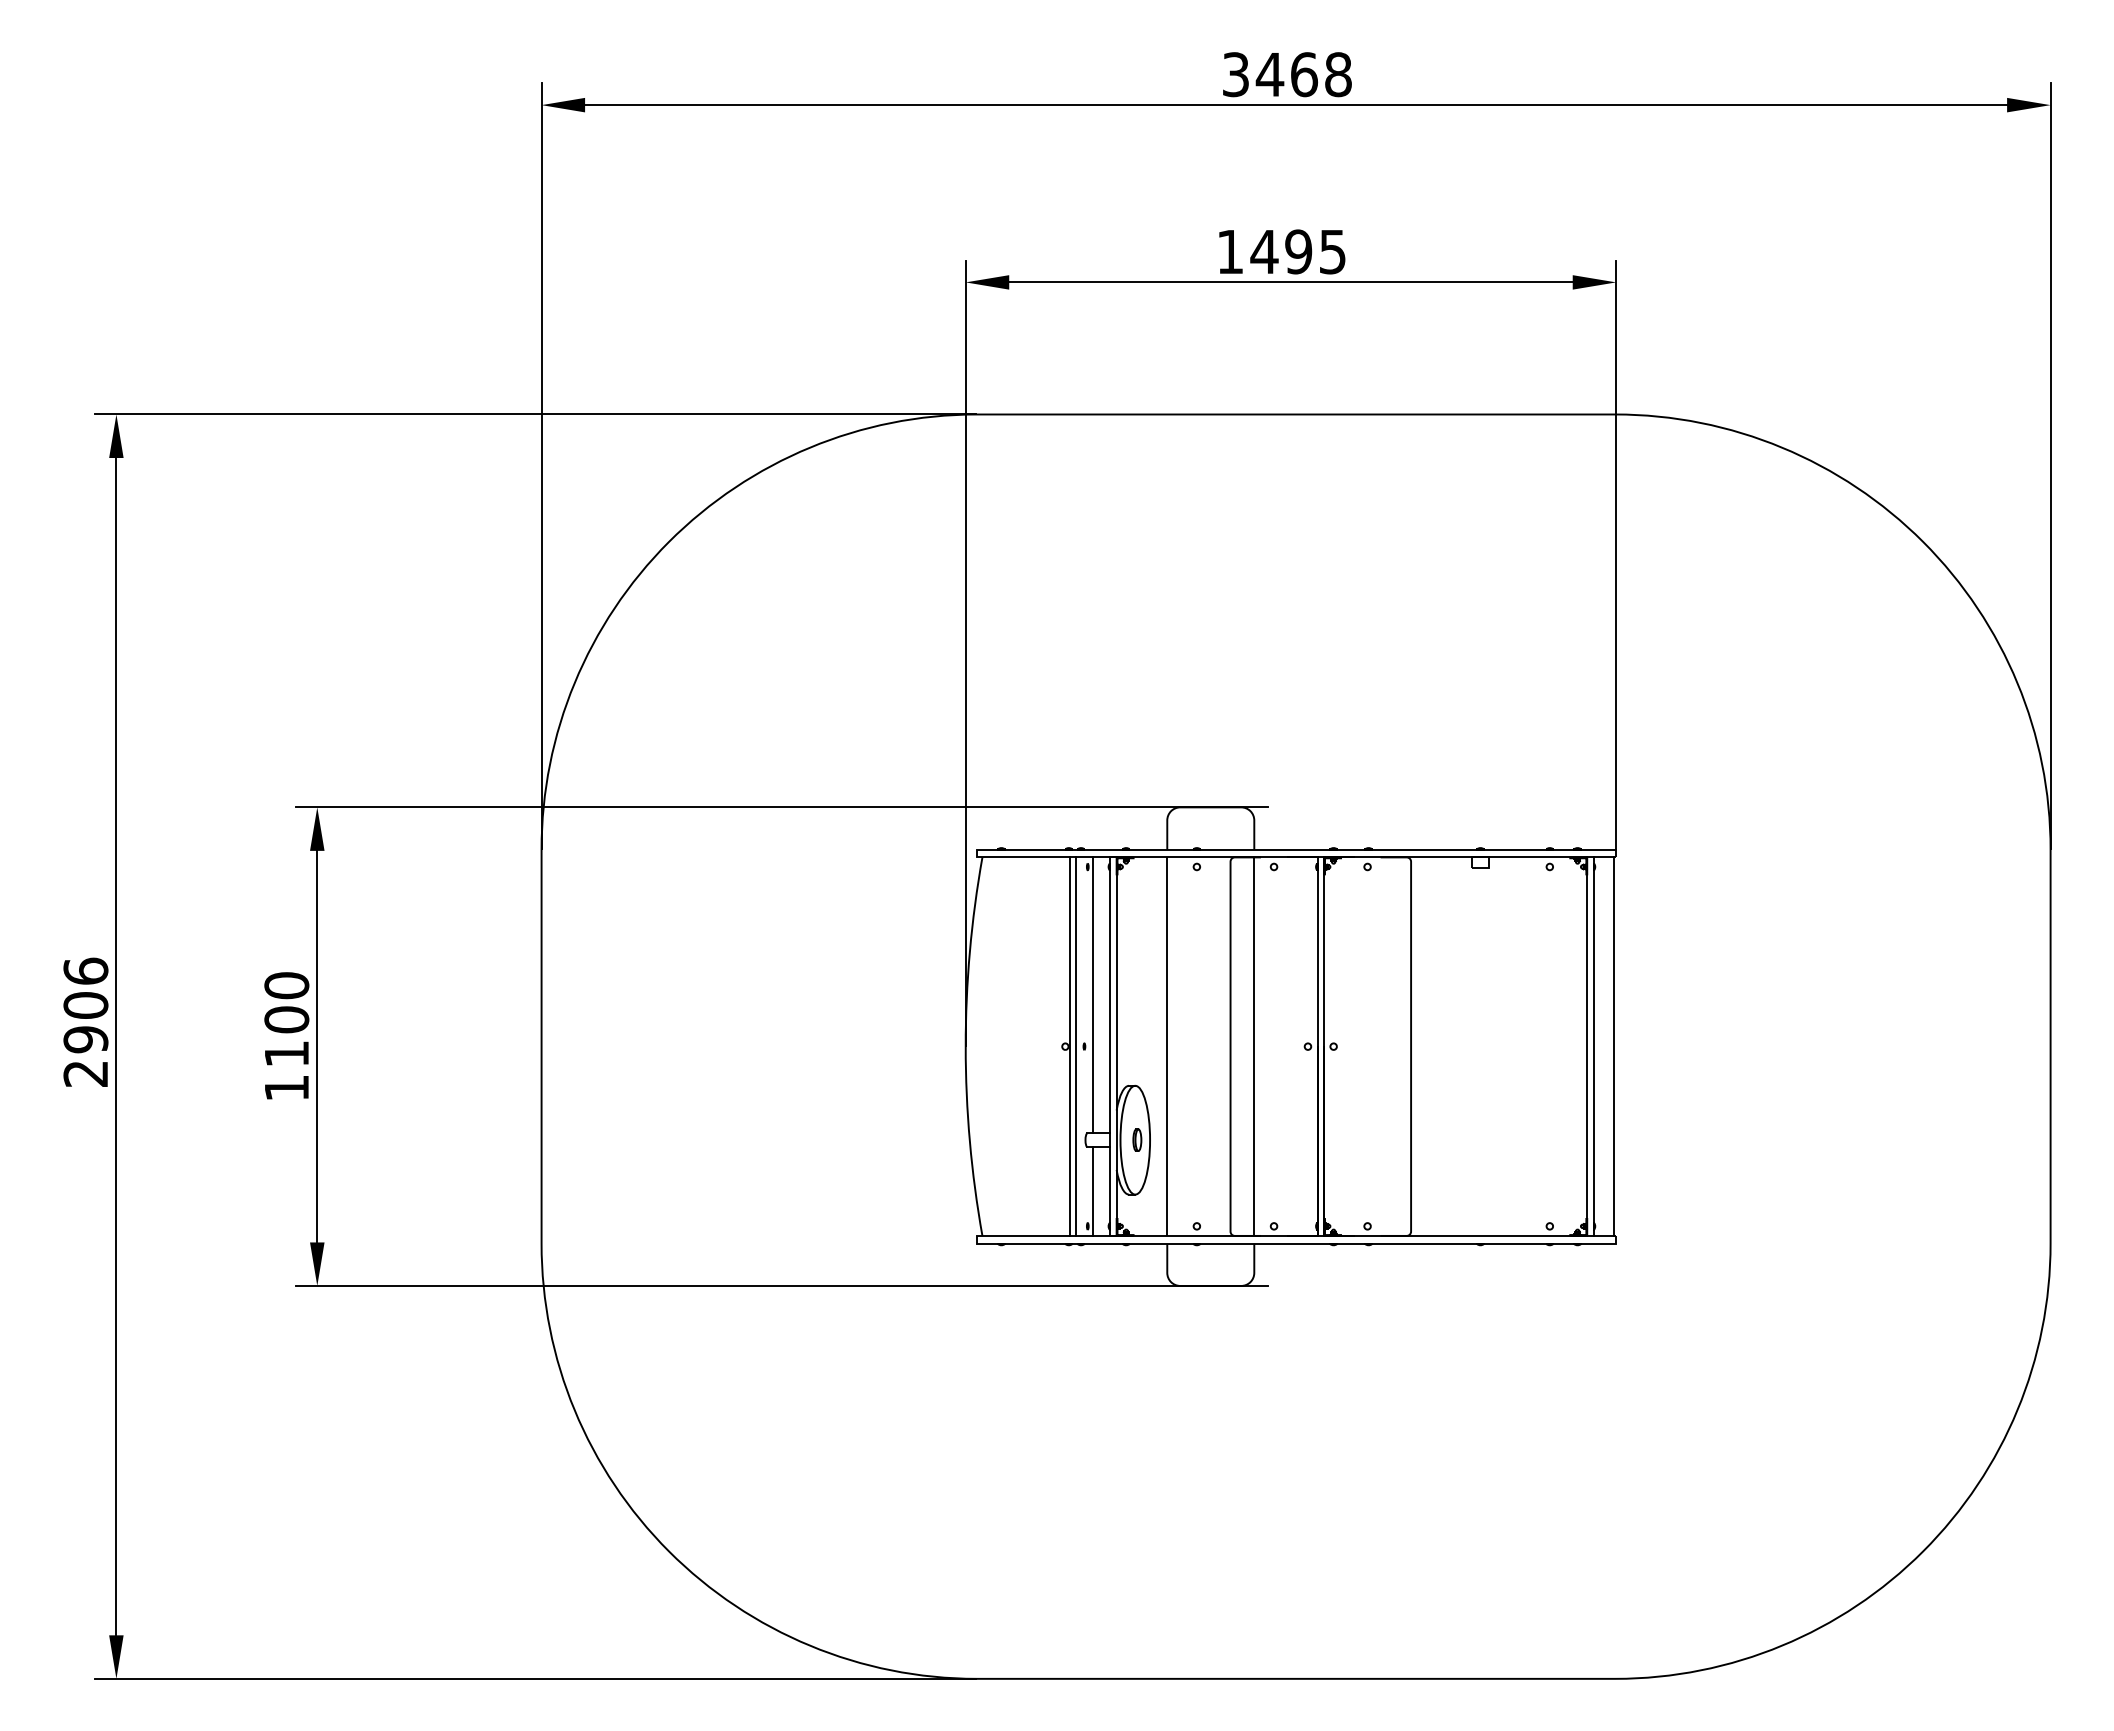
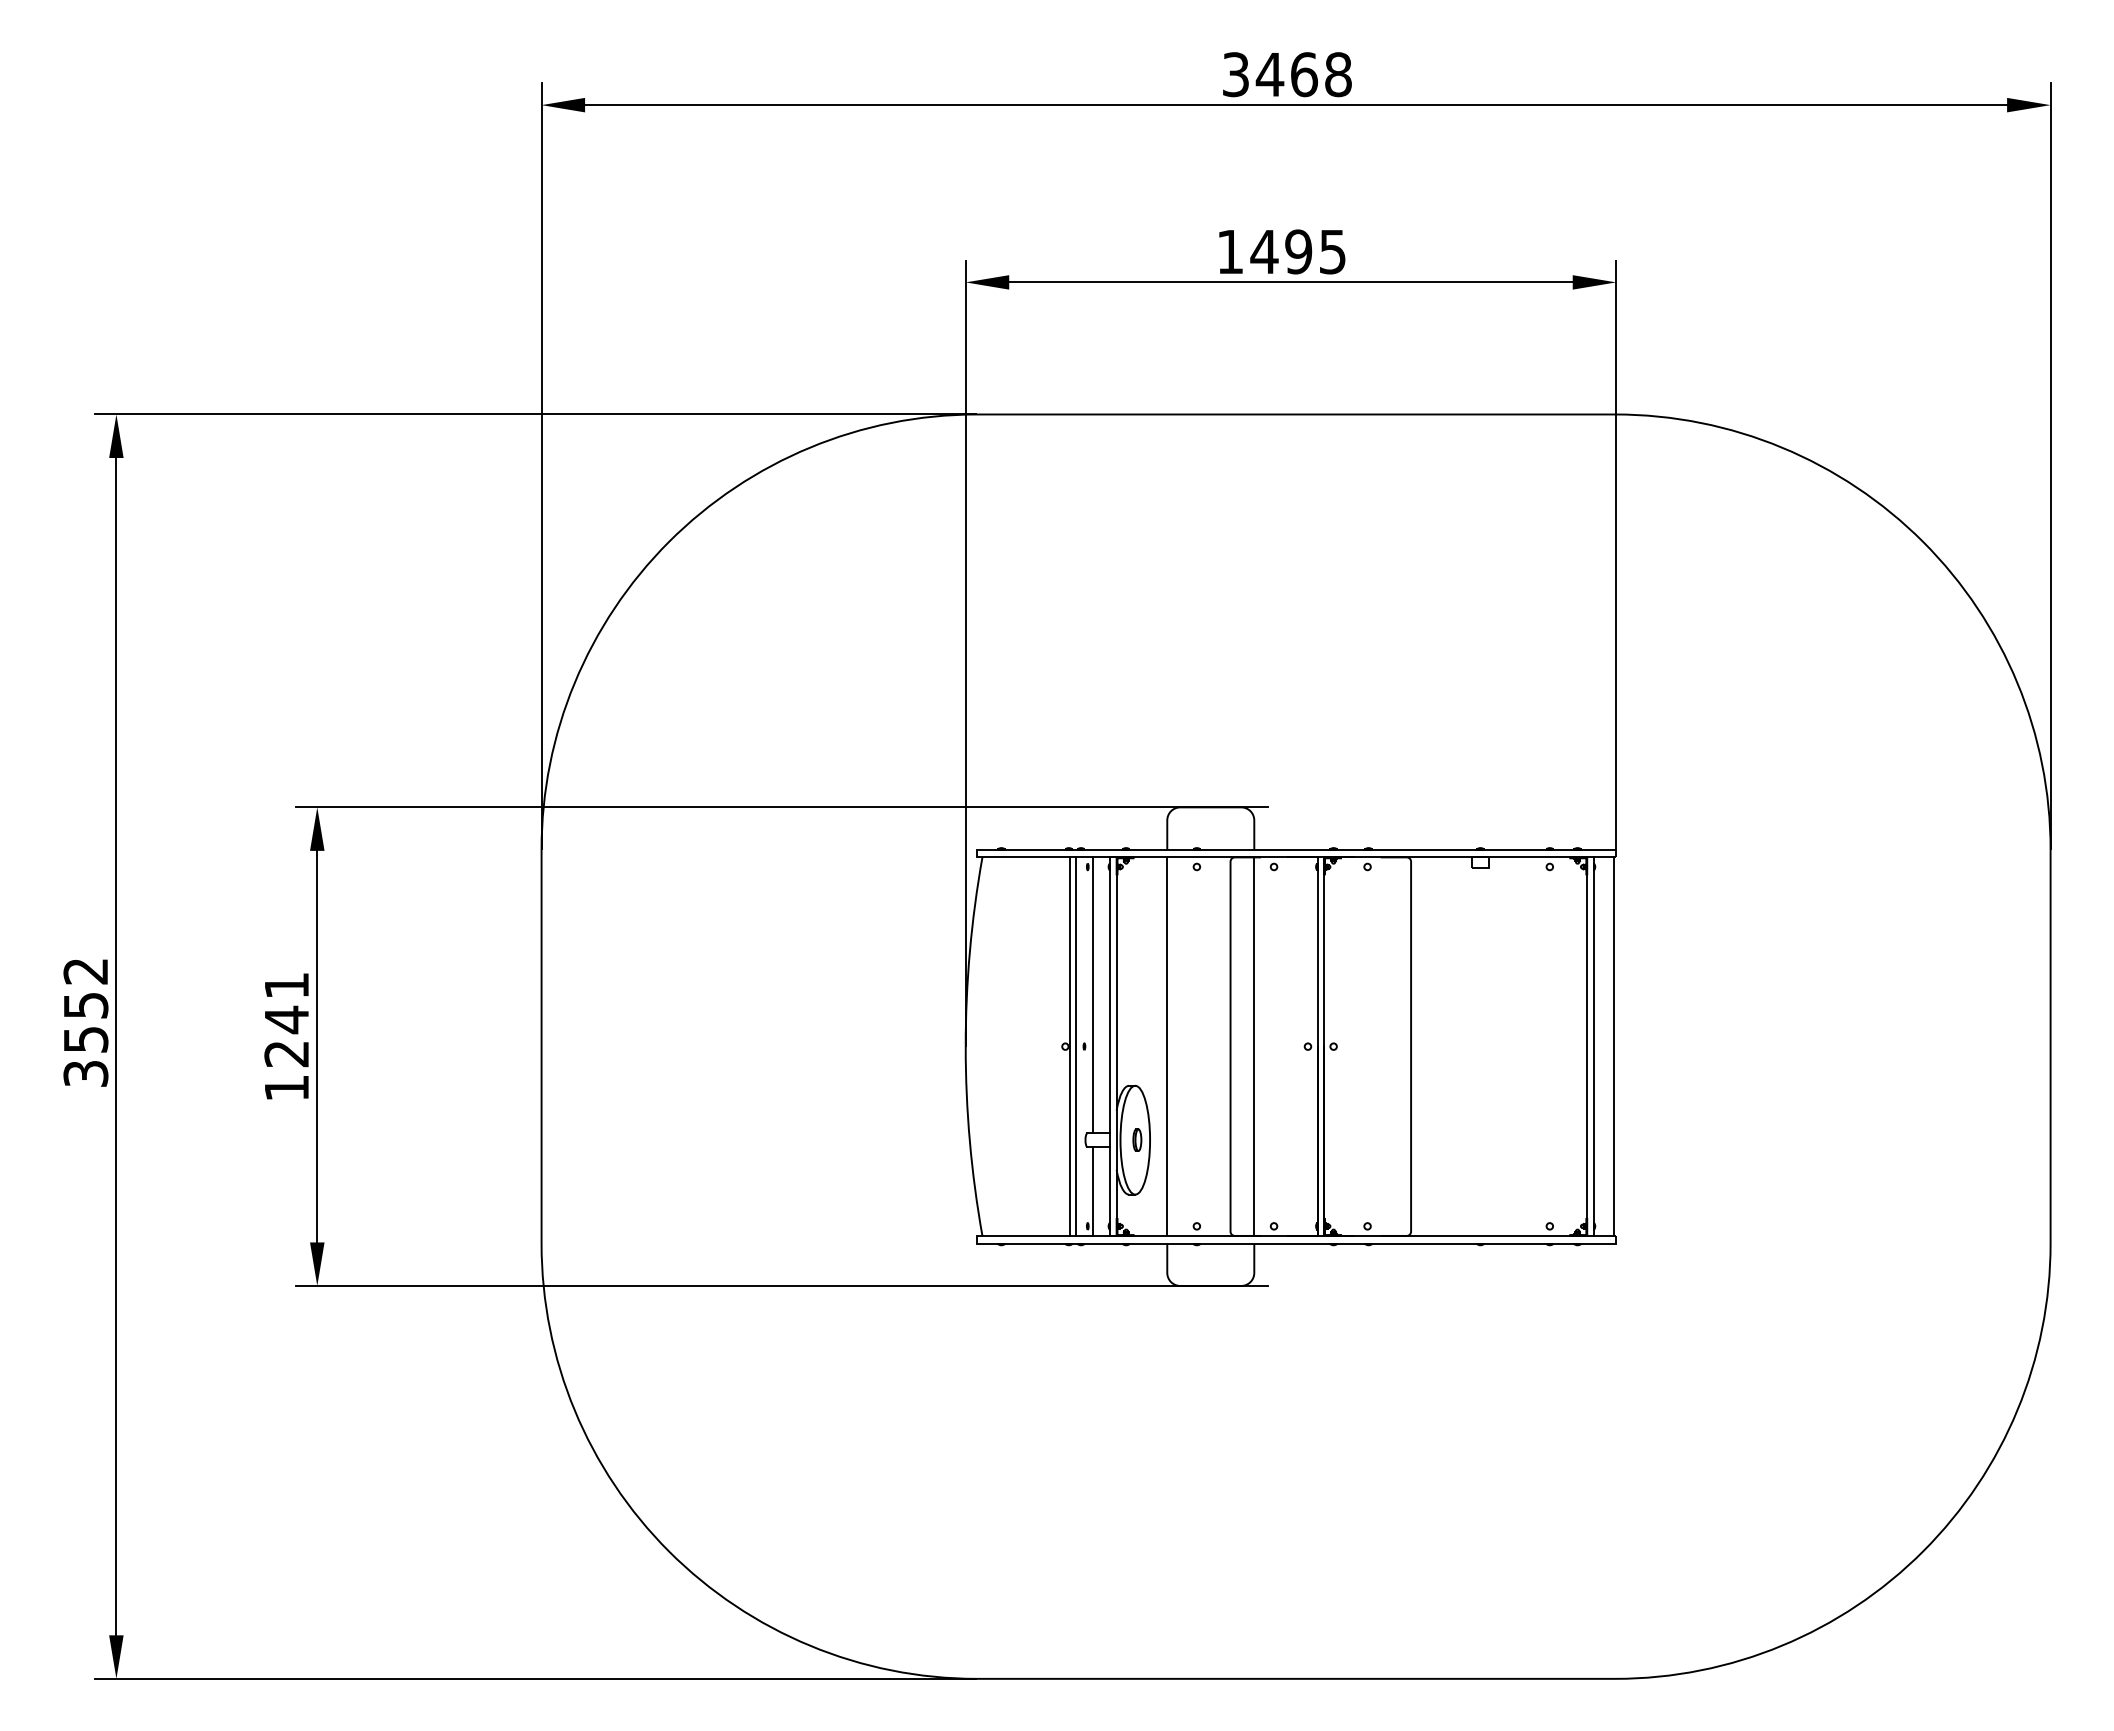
text at (286, 1019): 1100 -> 1241
text at (85, 1021): 2906 -> 3552
